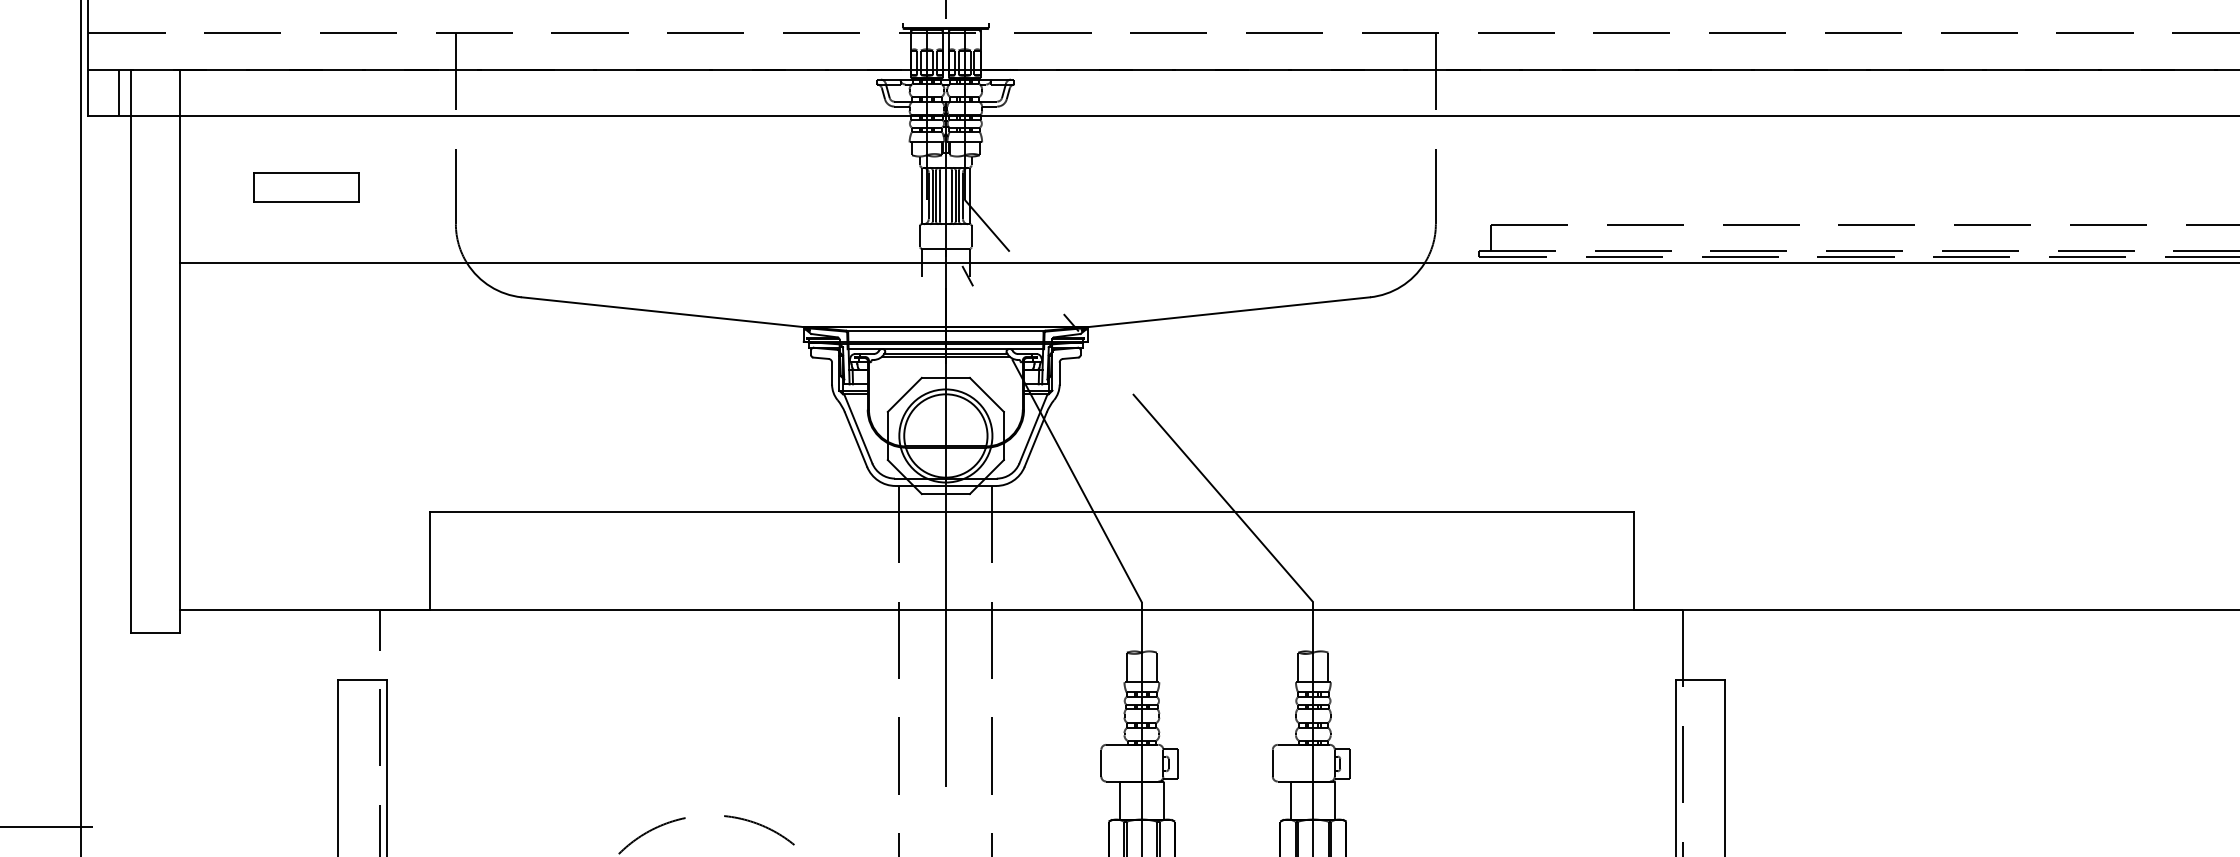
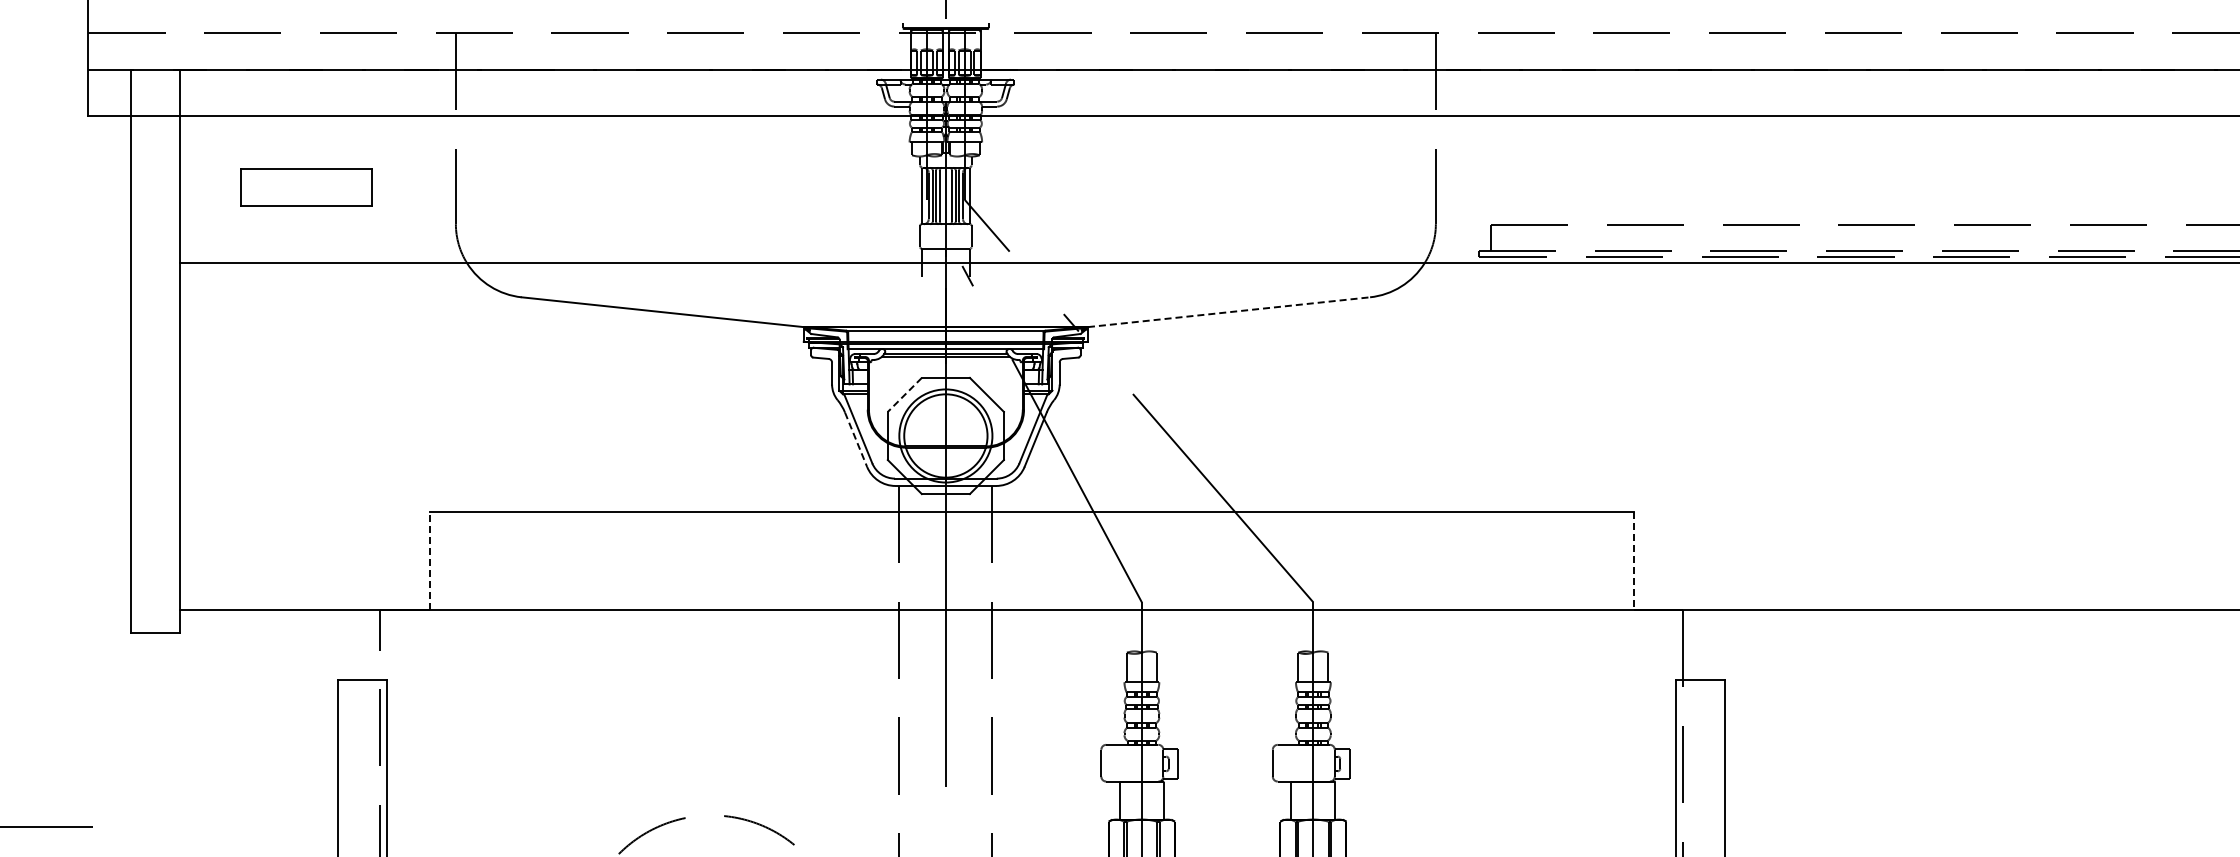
line at (119, 92): present -> none
part at (306, 187) size: 107x31 px -> 133x39 px
line at (1229, 312): solid -> dashed
line at (904, 395): solid -> dashed
line at (81, 427): present -> none
line at (856, 440): solid -> dashed
line at (429, 561): solid -> dashed
line at (1633, 561): solid -> dashed
